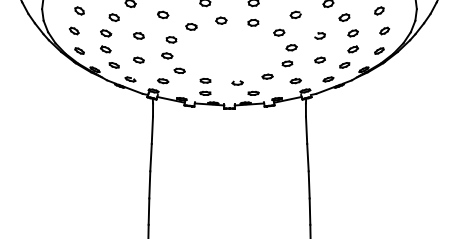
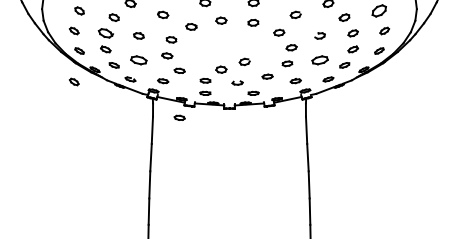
part at (379, 10) size: 11x10 px -> 16x14 px
part at (106, 33) size: 13x9 px -> 17x11 px
part at (138, 59) size: 12x8 px -> 18x11 px
part at (319, 59) size: 12x8 px -> 18x11 px
part at (244, 61): none -> present
part at (221, 69): none -> present
part at (73, 81): none -> present
part at (179, 117): none -> present
